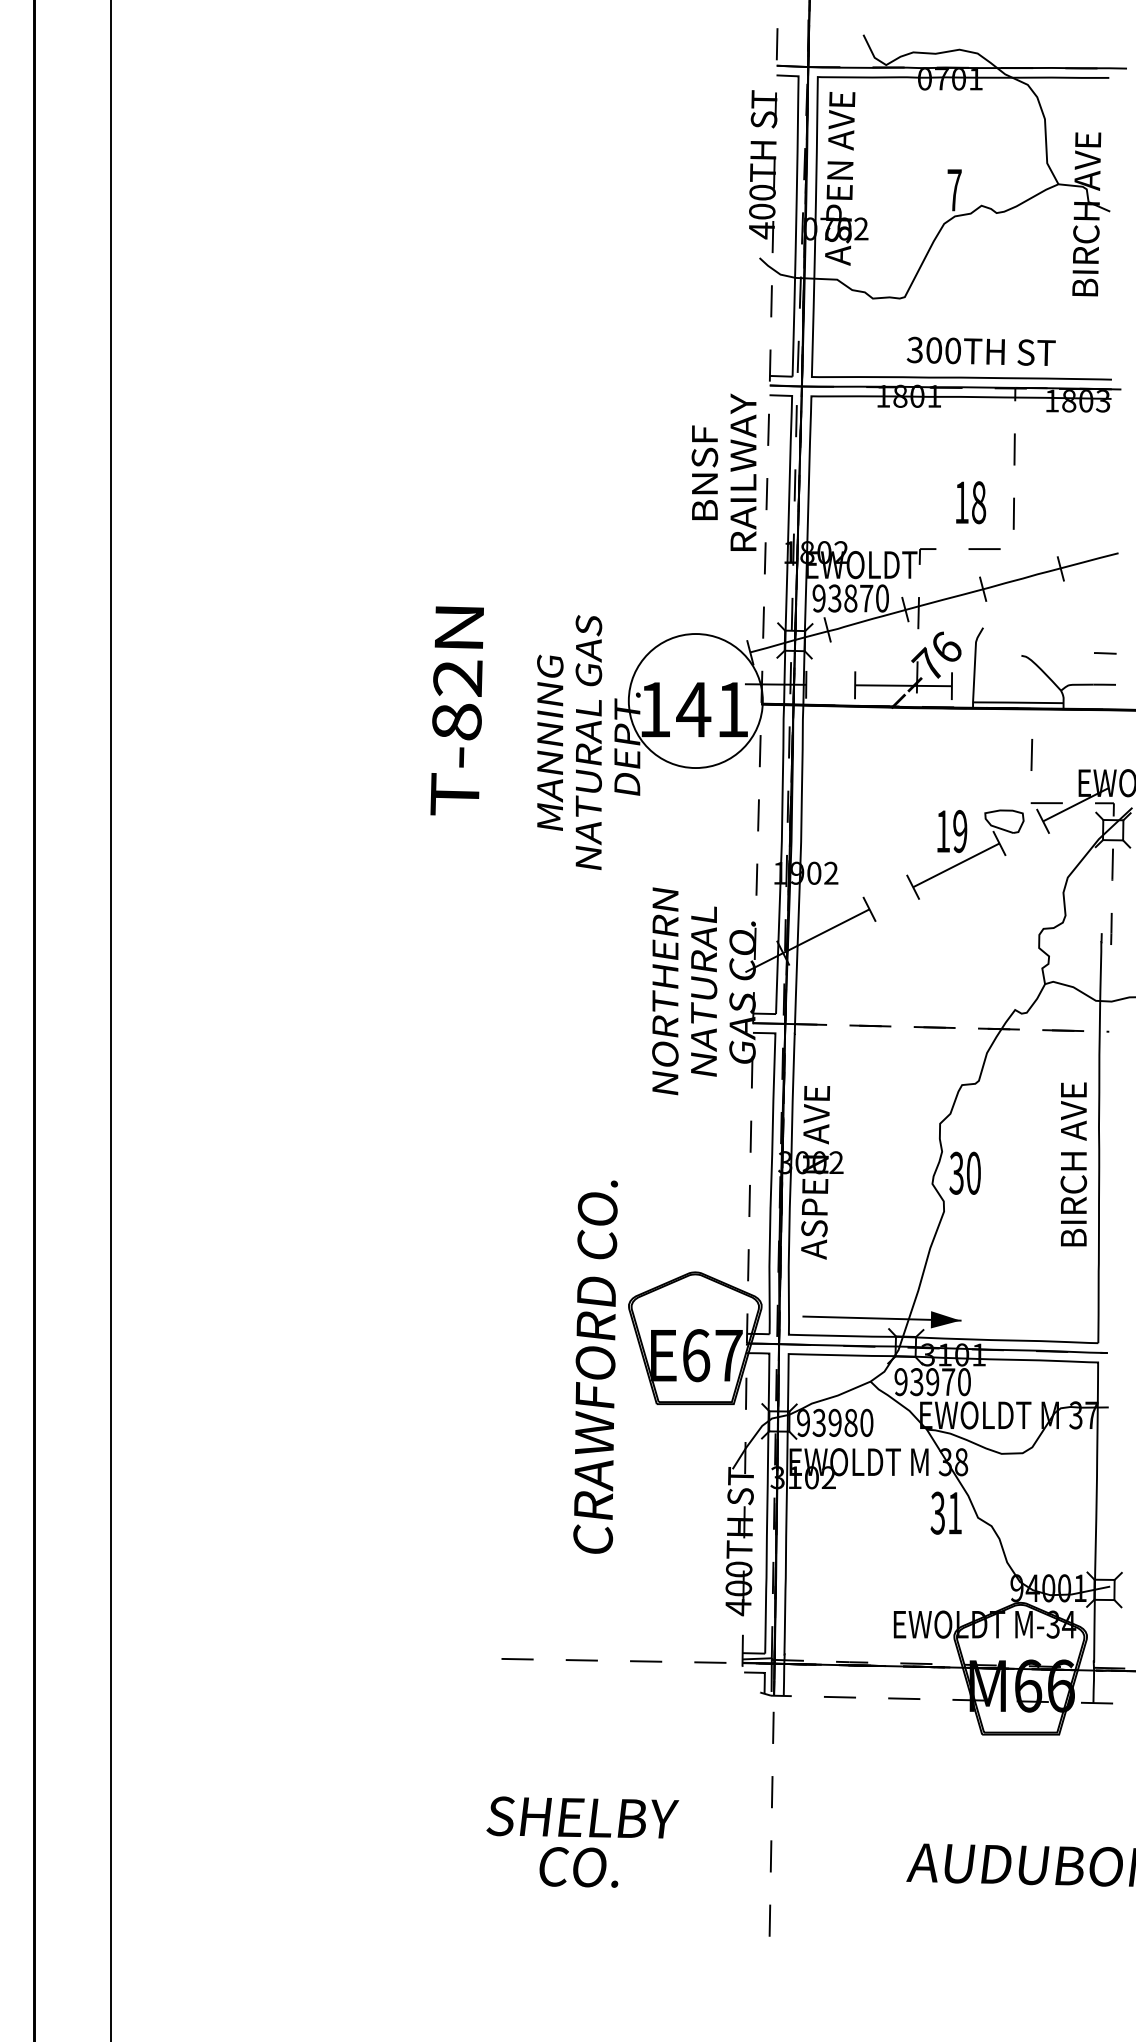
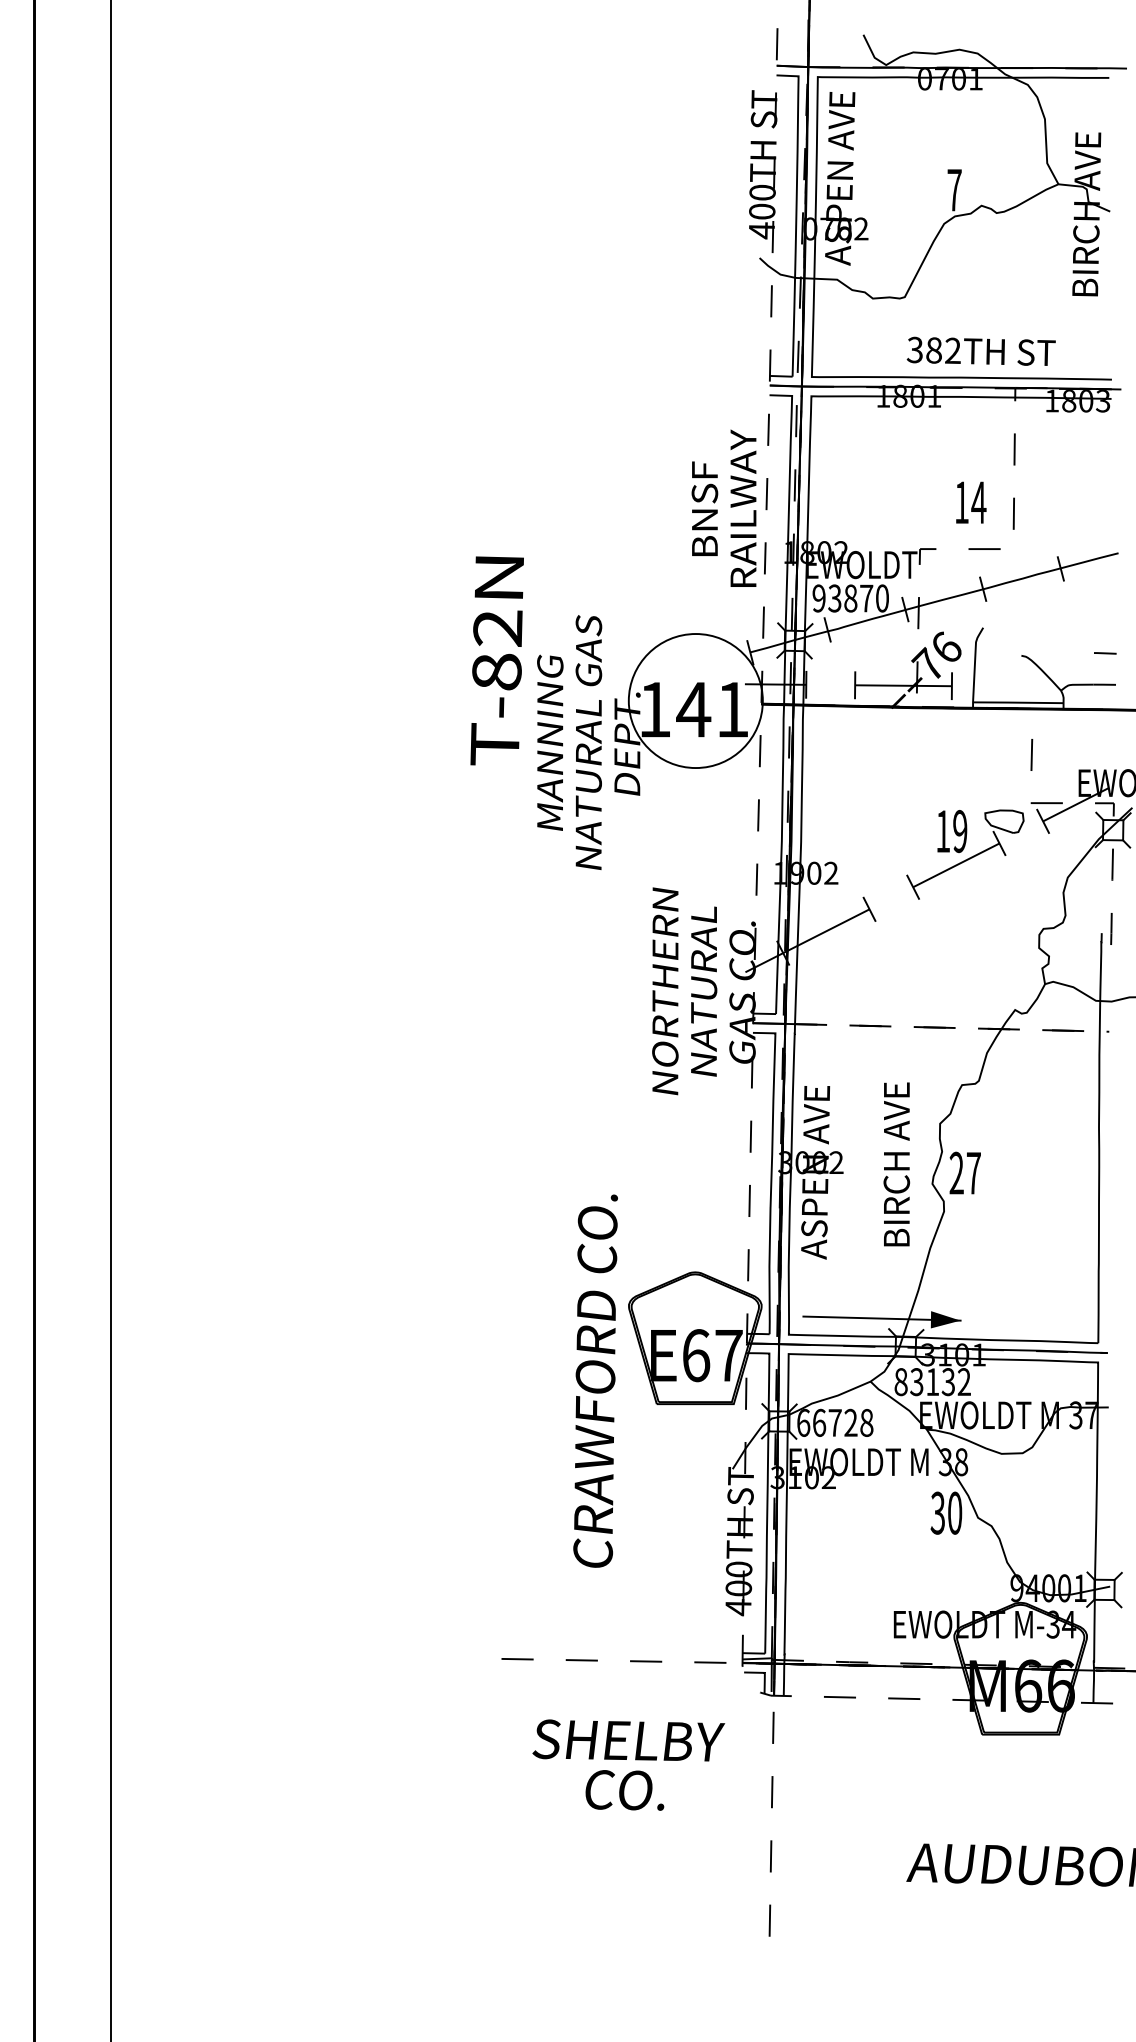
text at (943, 350): 300TH -> 382TH
text at (723, 471) position: (723, 471) -> (723, 507)
text at (978, 502): 18 -> 14
text at (456, 710) position: (456, 710) -> (496, 660)
text at (1073, 1164) position: (1073, 1164) -> (896, 1164)
text at (964, 1172): 30 -> 27
text at (595, 1366) position: (595, 1366) -> (595, 1380)
text at (932, 1382): 93970 -> 83132
text at (835, 1422): 93980 -> 66728
text at (955, 1512): 31 -> 30
text at (582, 1841) position: (582, 1841) -> (628, 1764)
